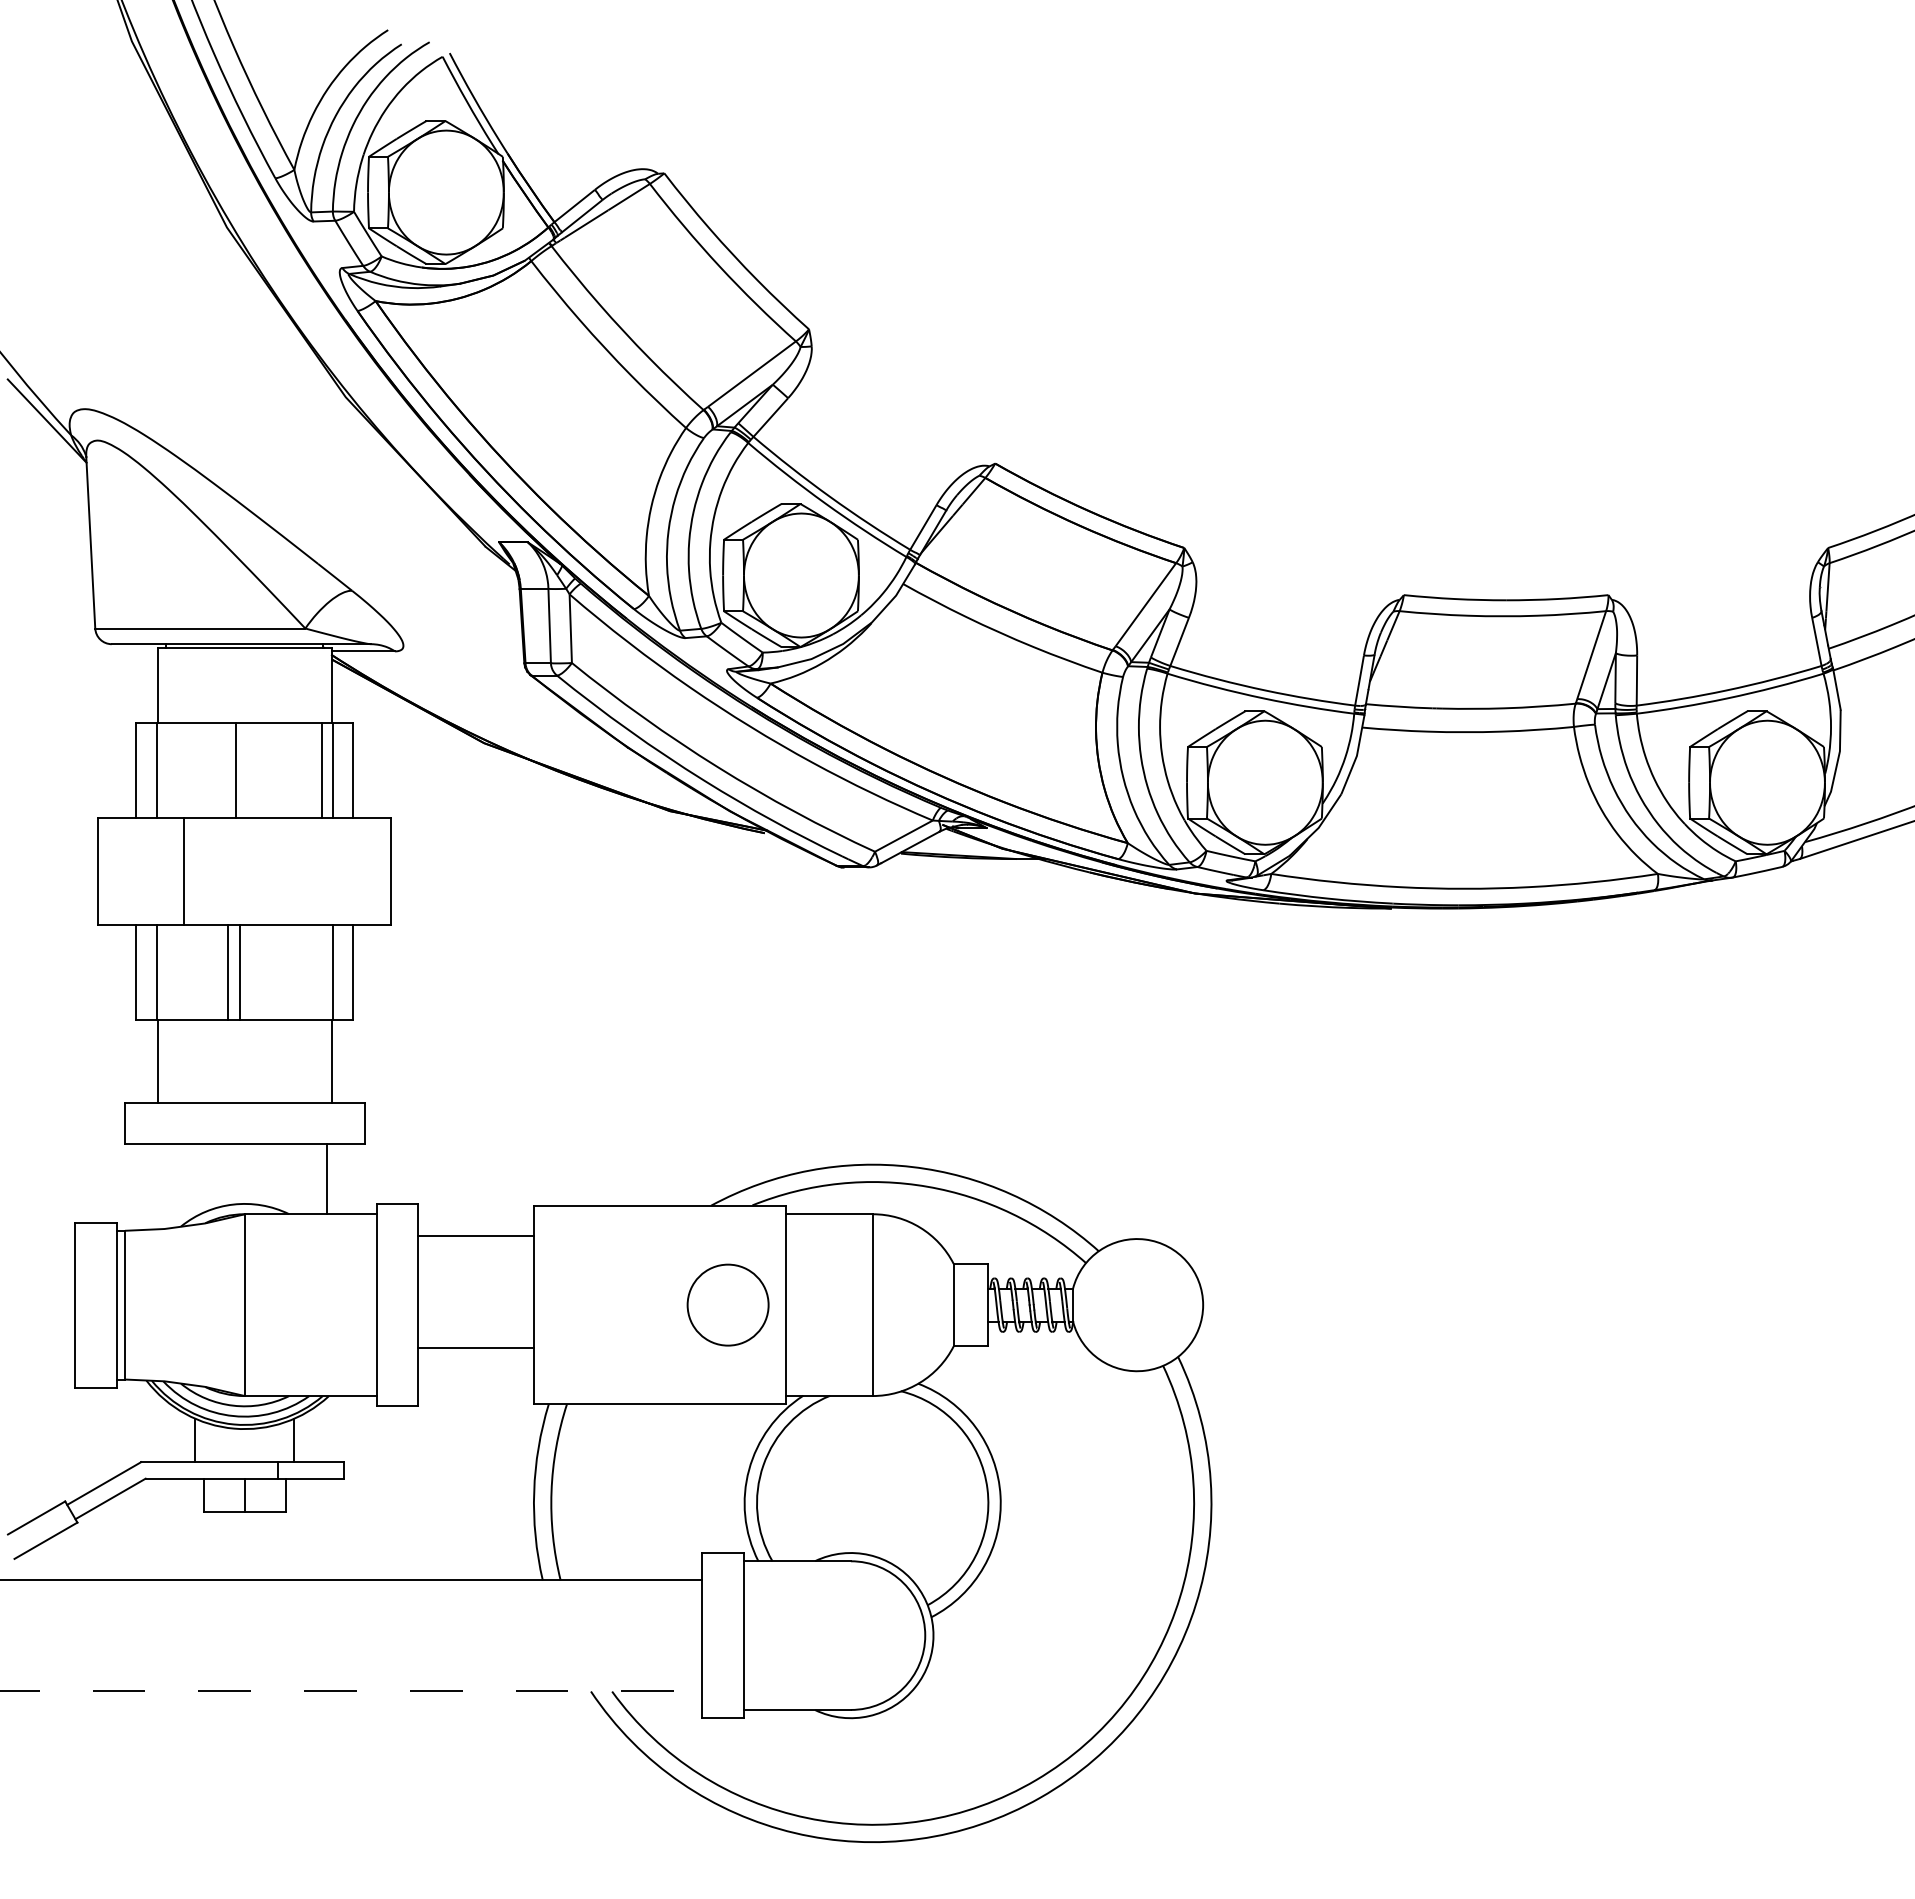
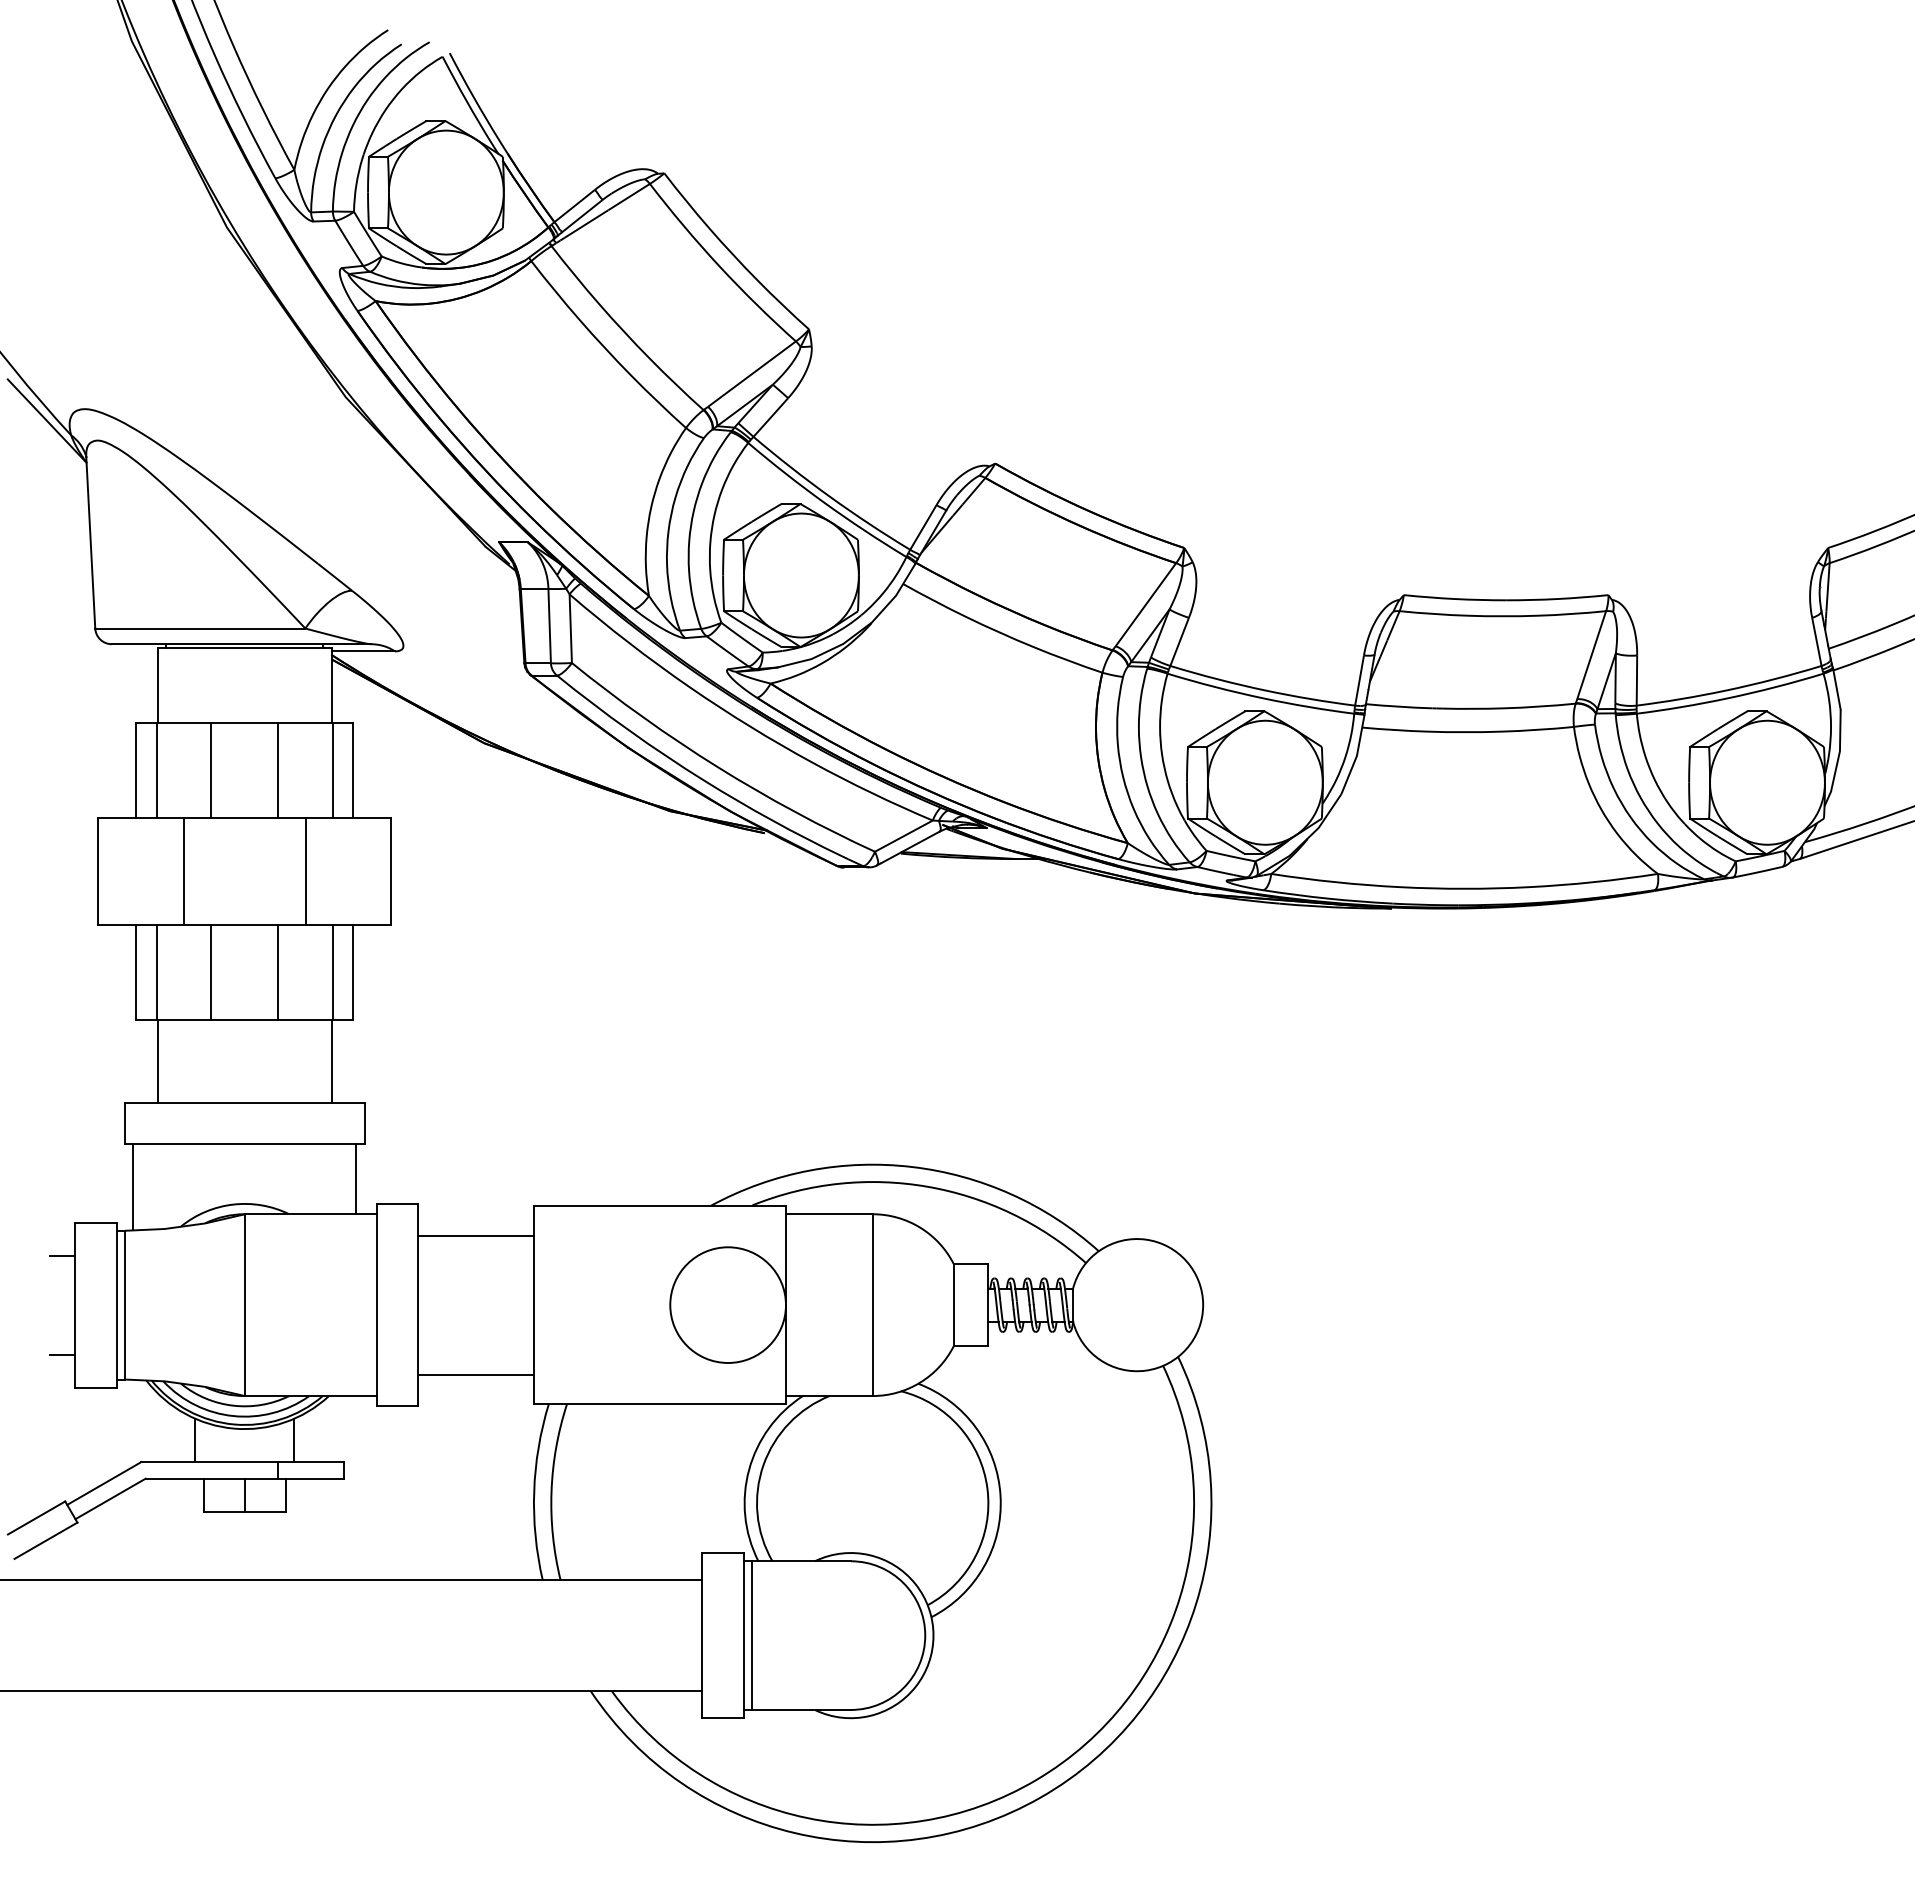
line at (236, 769) position: (236, 769) -> (211, 769)
line at (322, 769) position: (322, 769) -> (278, 769)
line at (305, 871): none -> present
line at (228, 972) position: (228, 972) -> (211, 972)
line at (240, 972) position: (240, 972) -> (278, 972)
line at (327, 1179) position: (327, 1179) -> (356, 1179)
line at (133, 1187): none -> present
line at (62, 1255): none -> present
circle at (727, 1304) diameter: 81 px -> 116 px
line at (475, 1347) position: (475, 1347) -> (475, 1374)
line at (62, 1354): none -> present
line at (751, 1635): none -> present
line at (351, 1691): dashed -> solid
